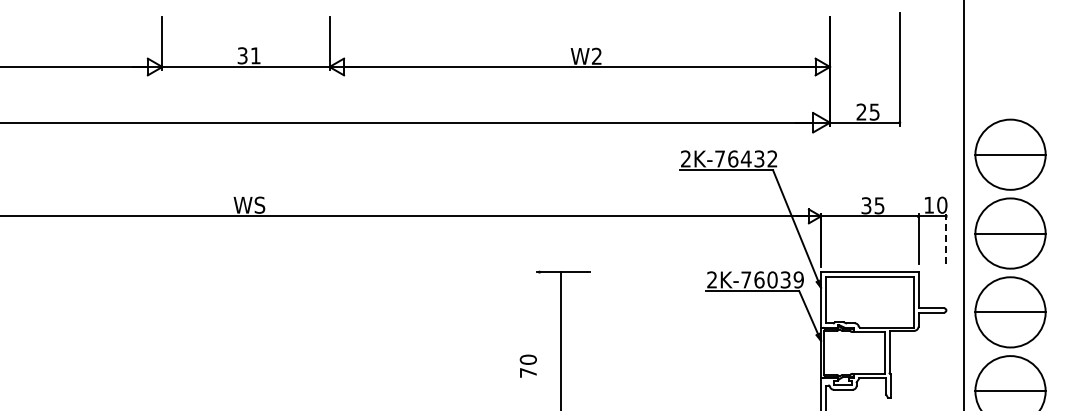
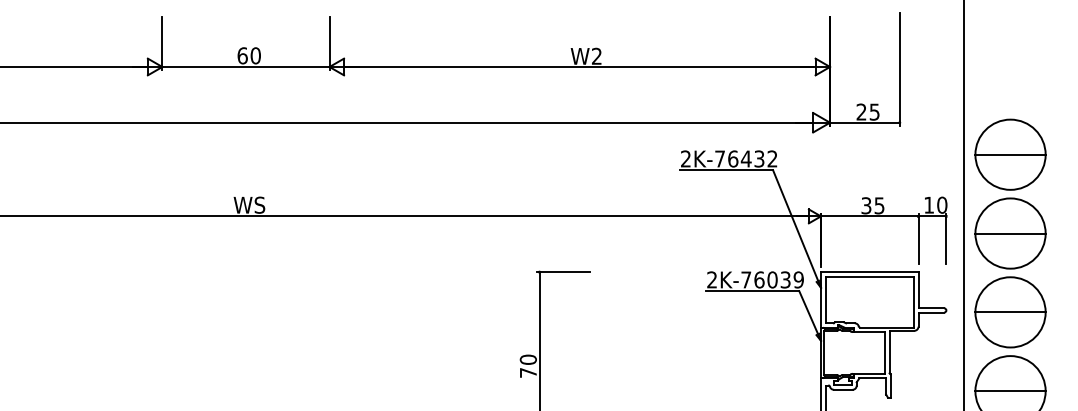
text at (248, 55): 31 -> 60
line at (946, 238): dashed -> solid
line at (560, 339) position: (560, 339) -> (539, 339)
